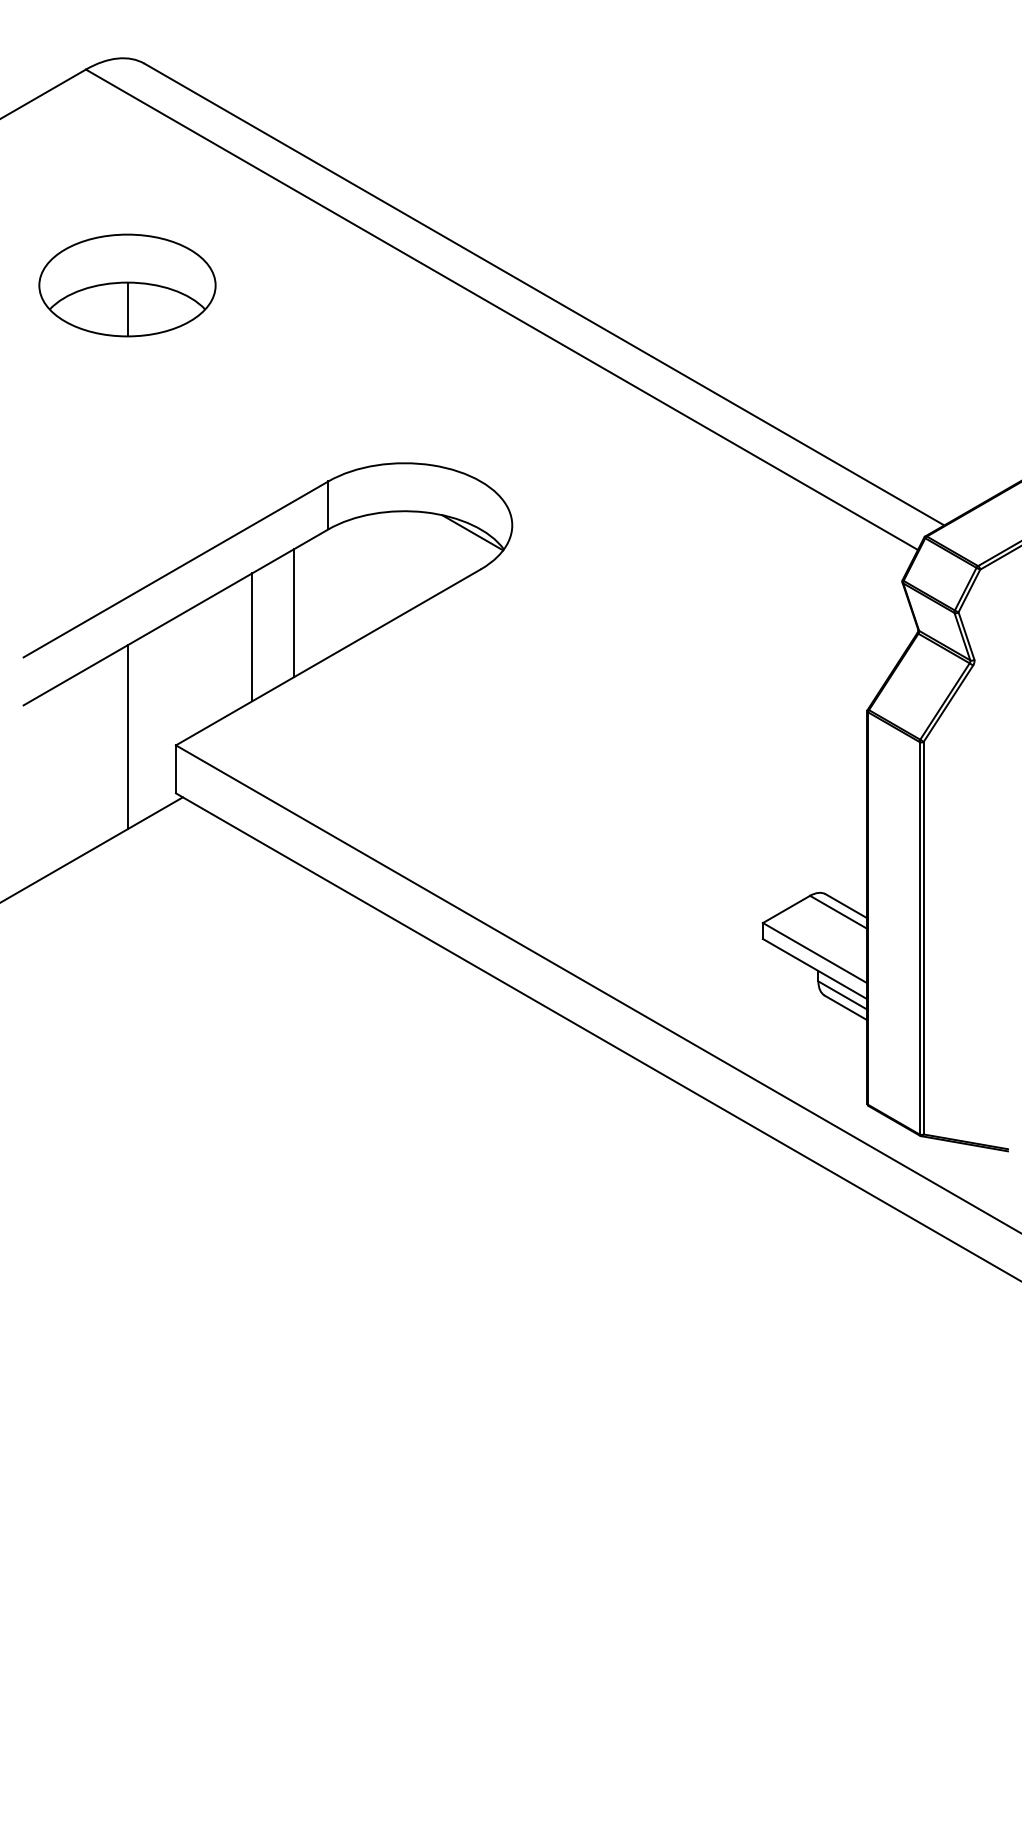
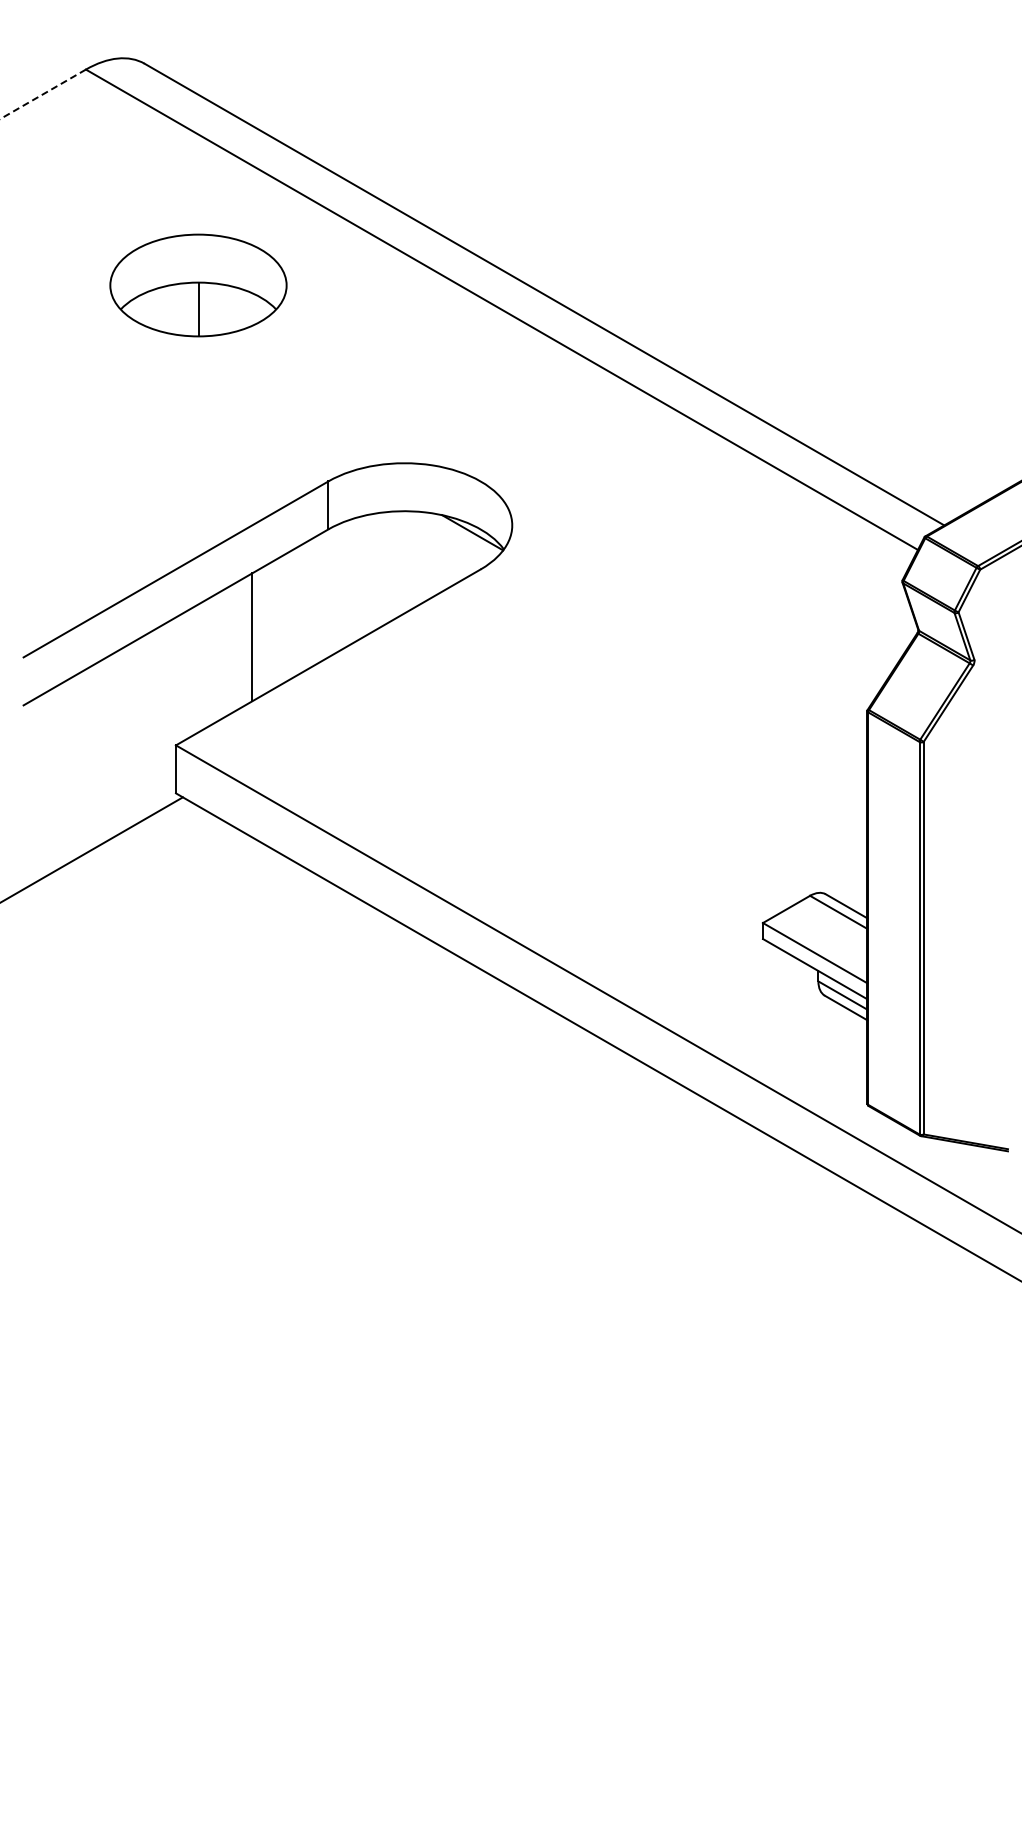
line at (42, 94): solid -> dashed
part at (127, 285) position: (127, 285) -> (198, 285)
line at (293, 613): present -> none
line at (127, 737): present -> none
